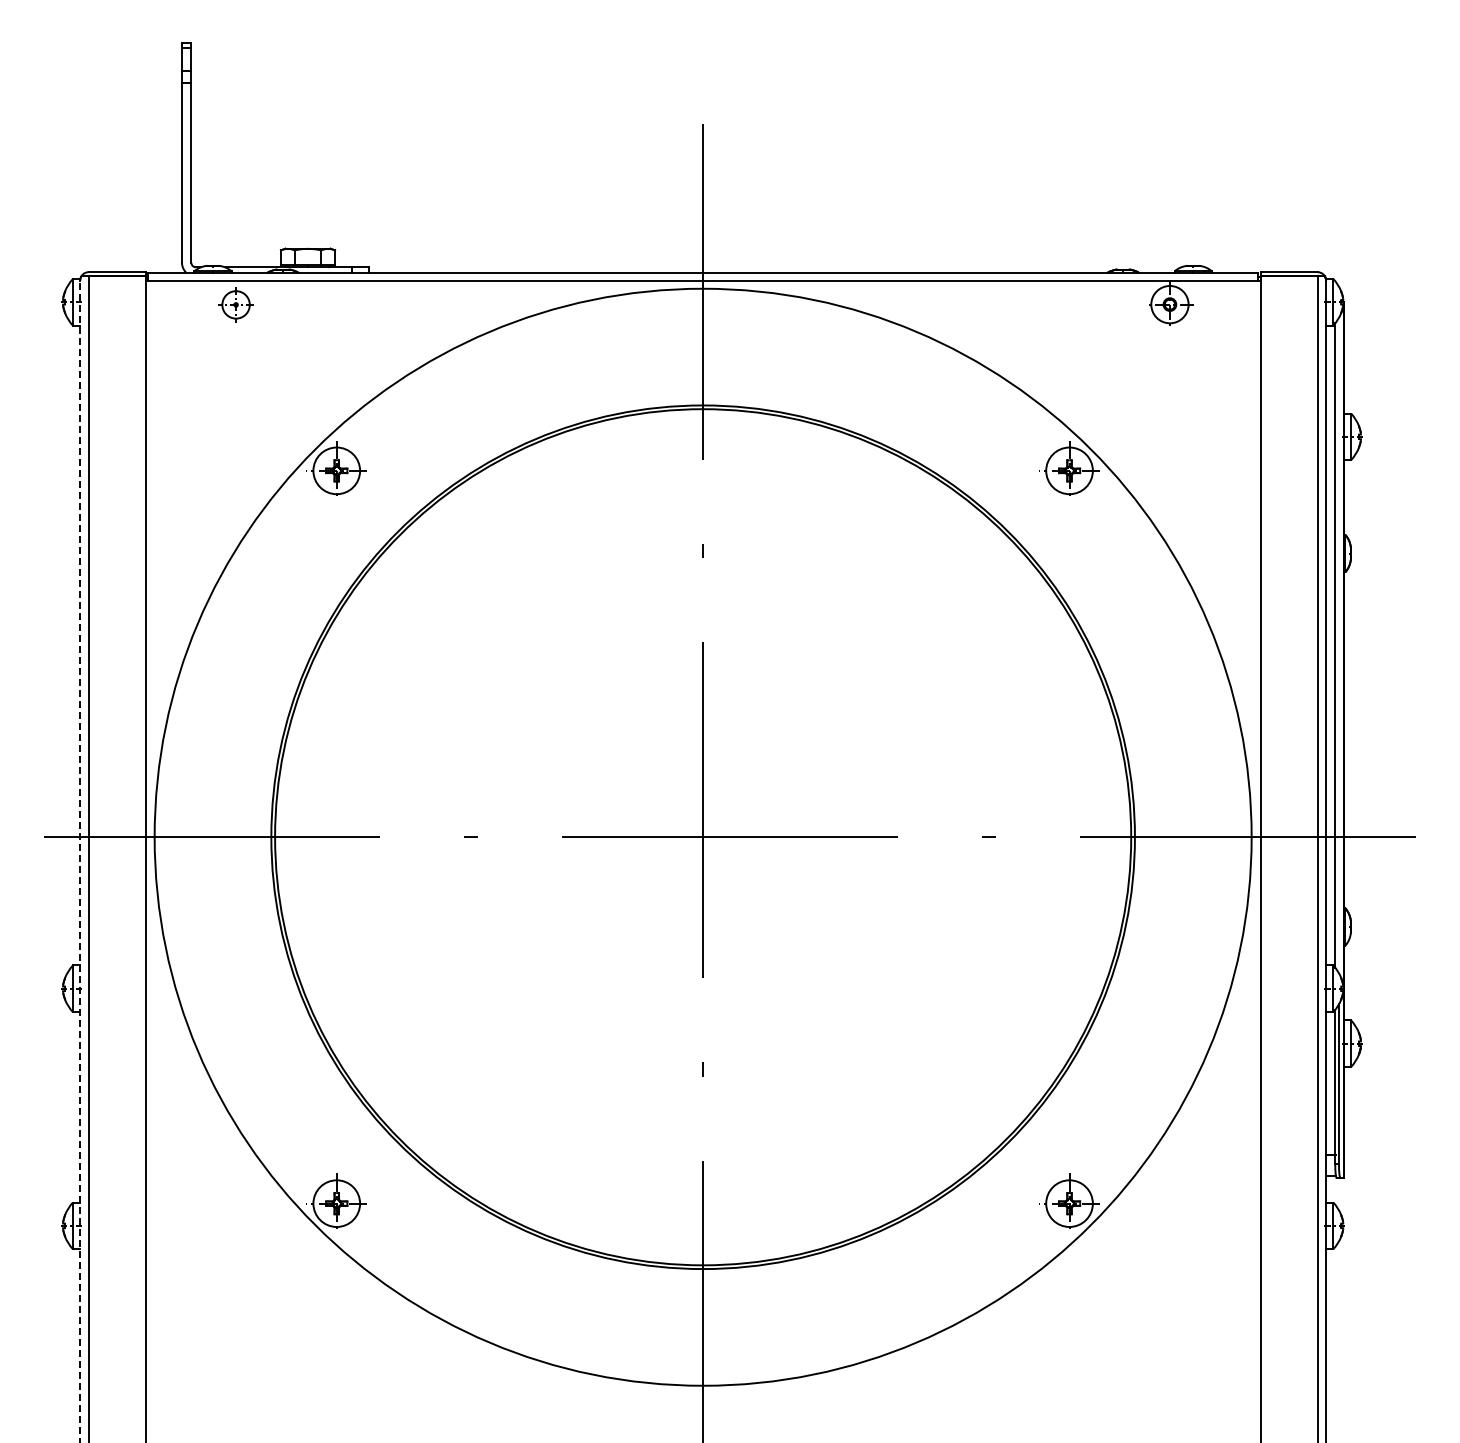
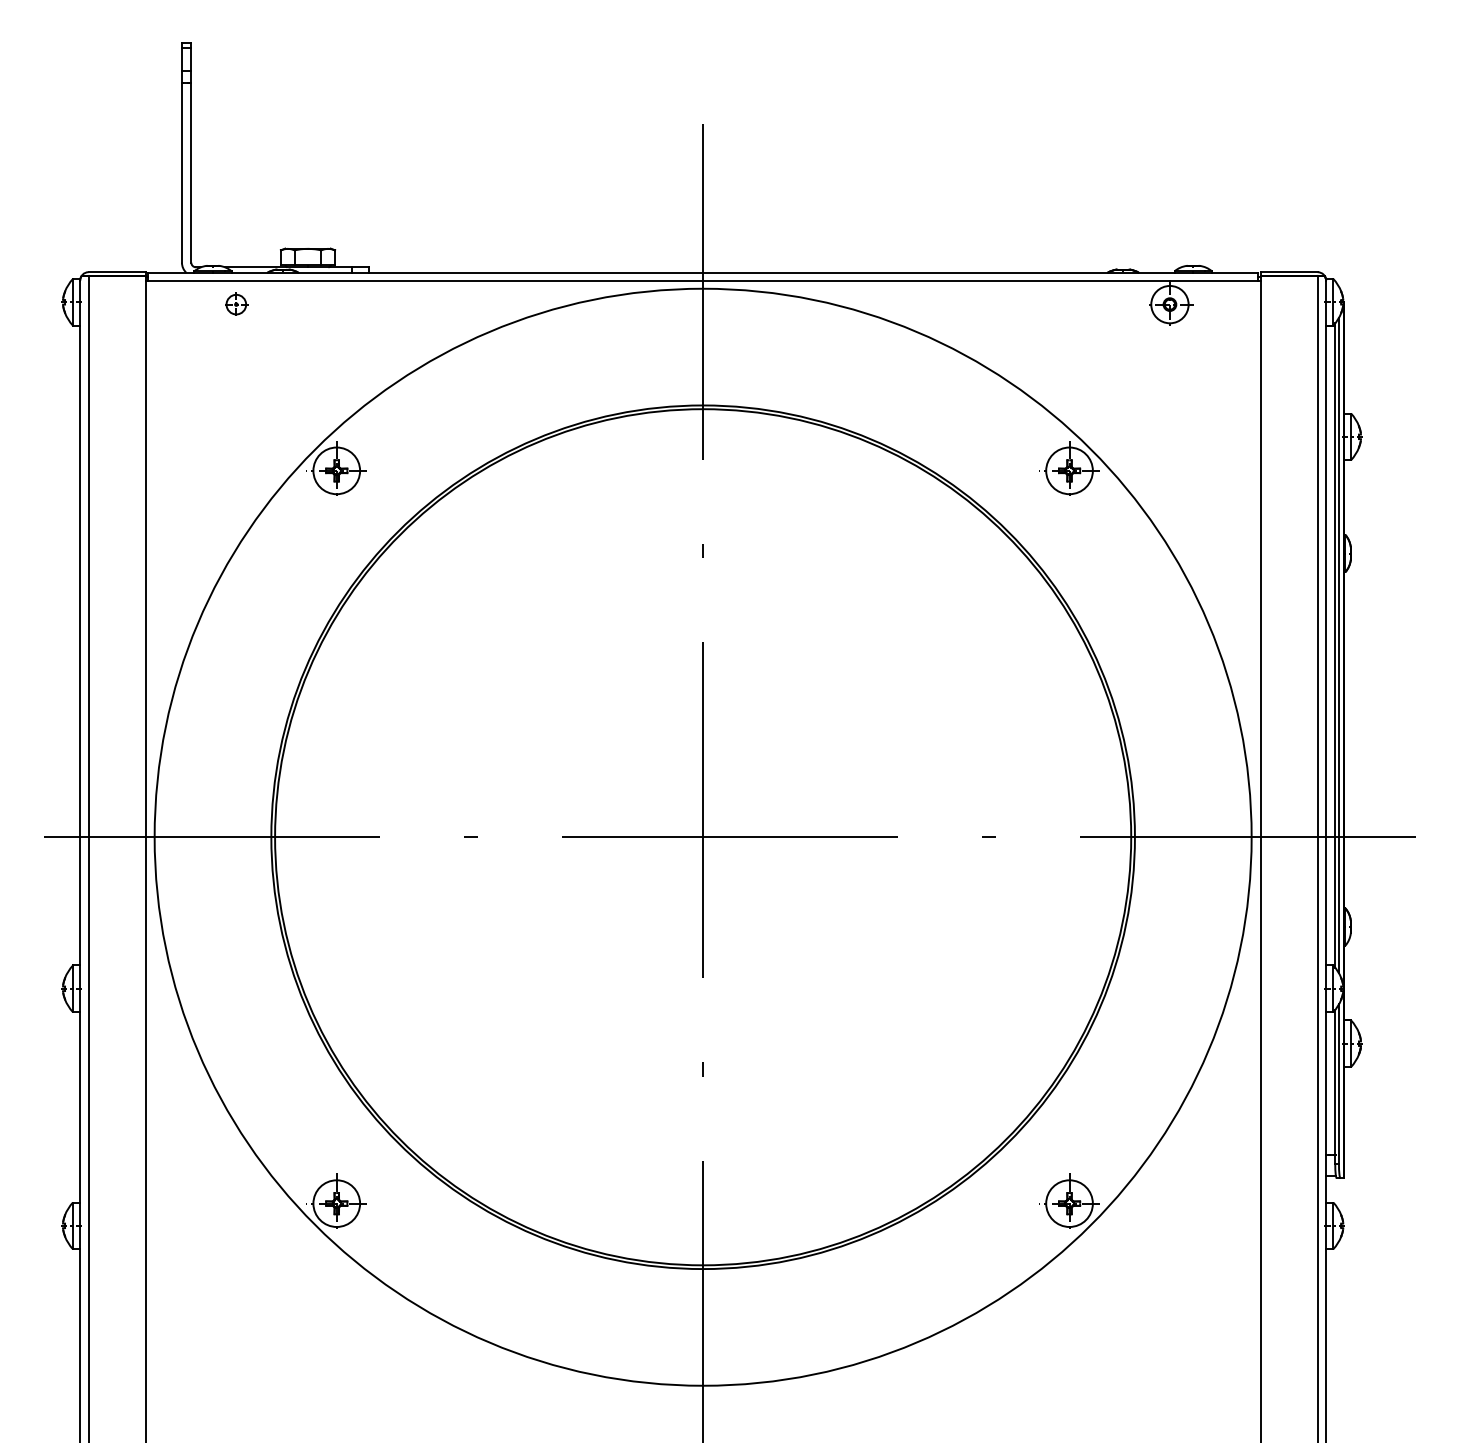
part at (235, 304) size: 36x36 px -> 24x24 px
line at (1338, 645): none -> present
line at (80, 861): dashed -> solid
